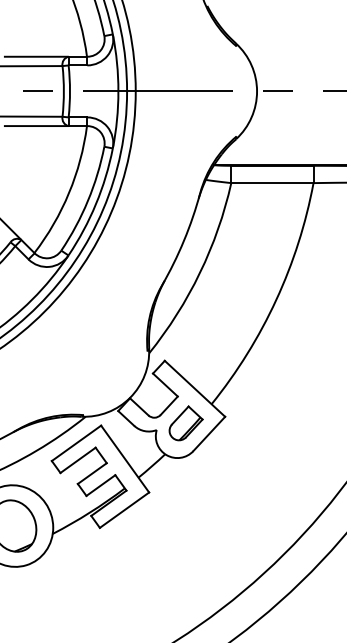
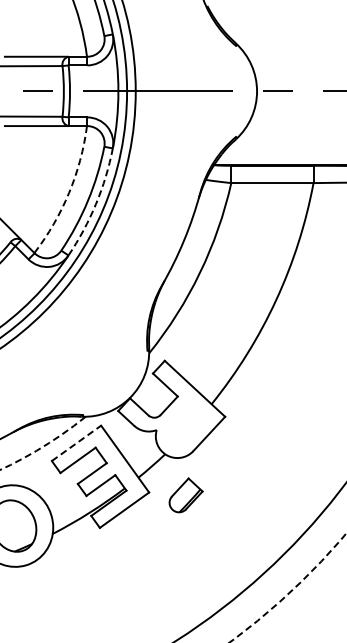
arc at (69, 193): solid -> dashed
arc at (96, 204): solid -> dashed
part at (185, 423) position: (185, 423) -> (185, 495)
line at (76, 443): solid -> dashed
arc at (44, 445): solid -> dashed
arc at (291, 591): solid -> dashed
